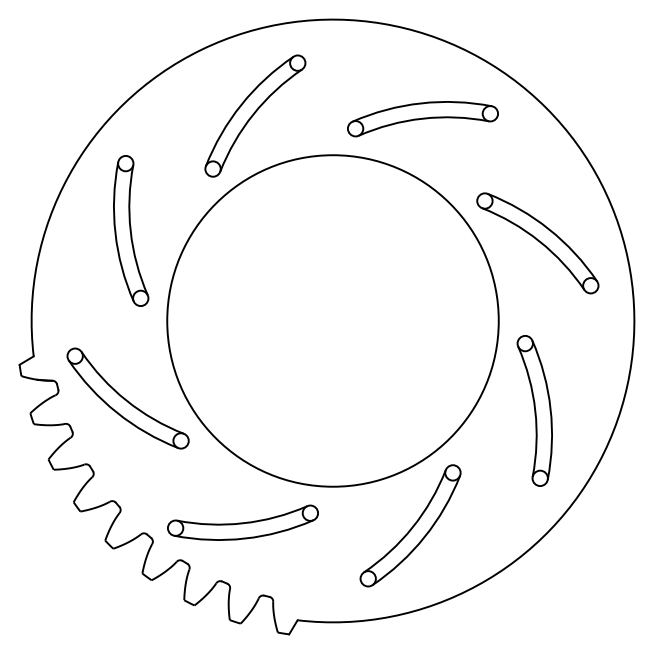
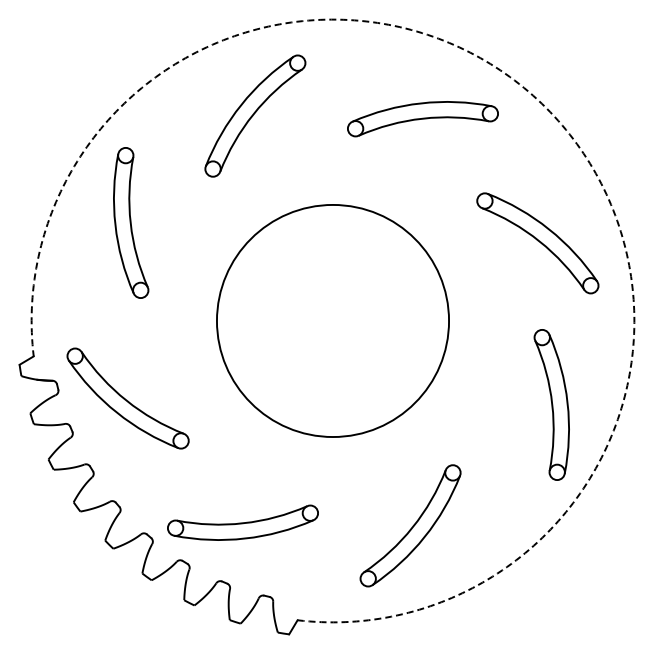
arc at (546, 107): solid -> dashed
part at (131, 230) position: (131, 230) -> (131, 222)
circle at (332, 320) diameter: 332 px -> 232 px
part at (534, 410) position: (534, 410) -> (551, 404)
